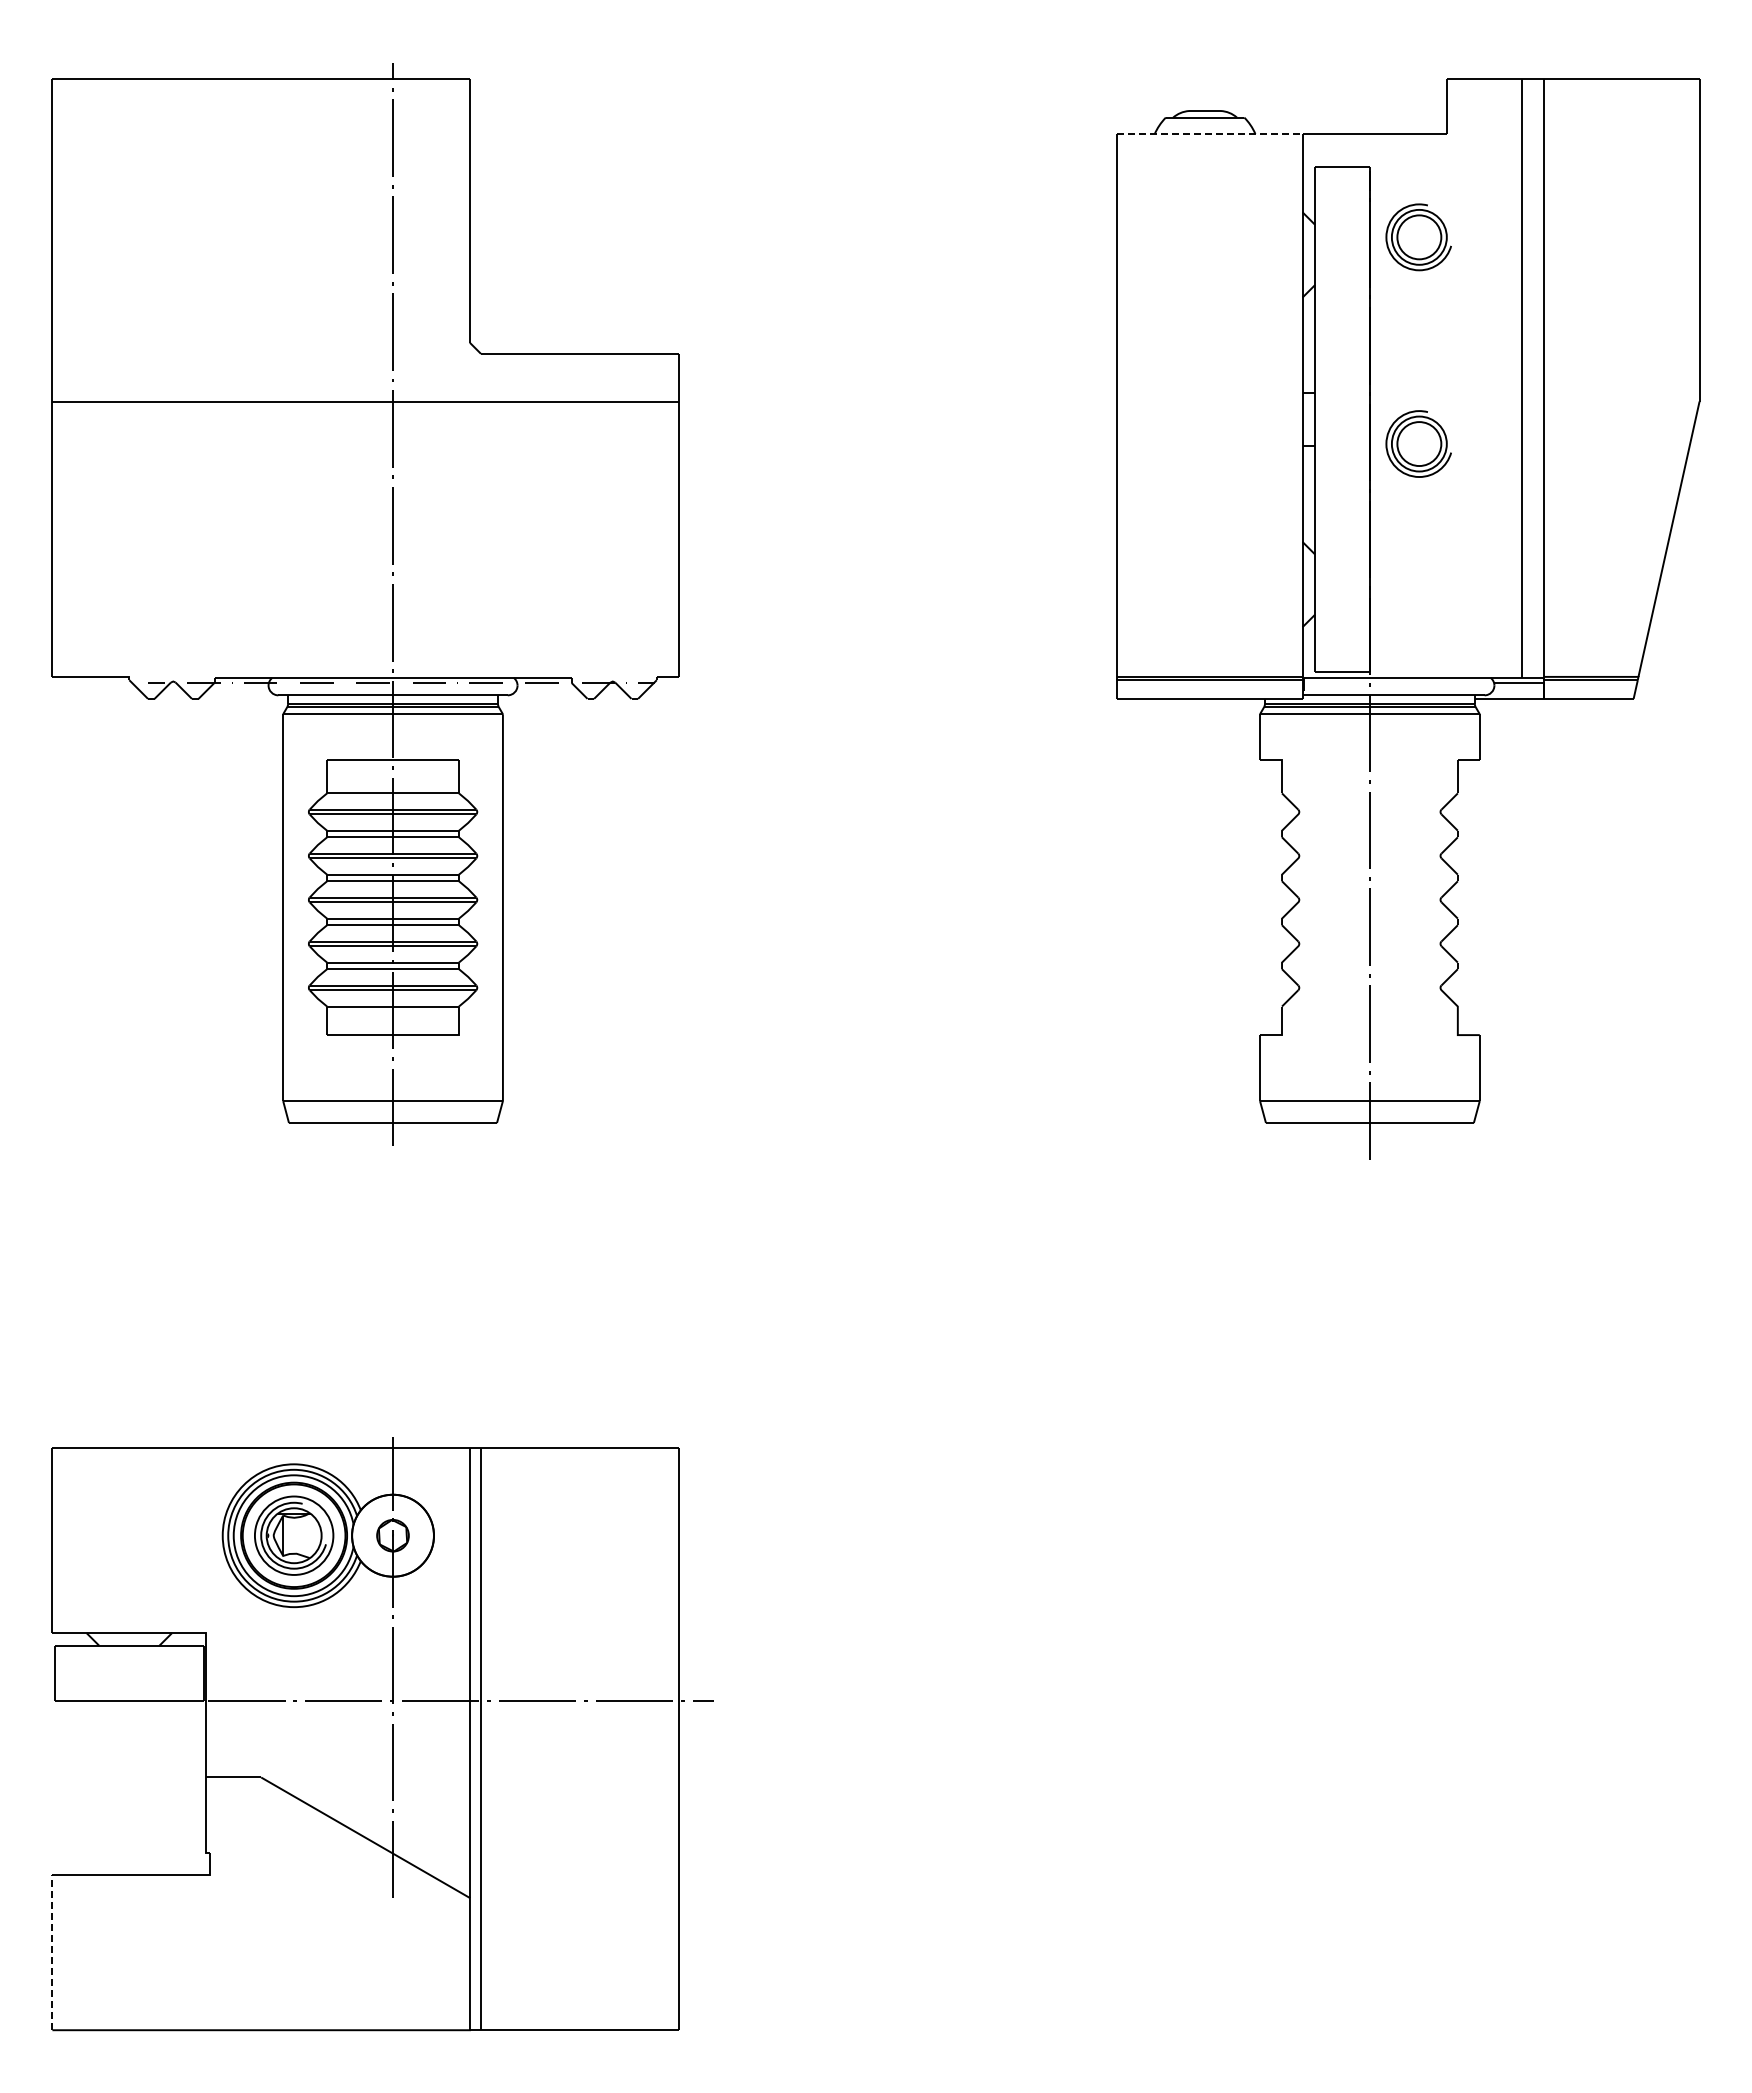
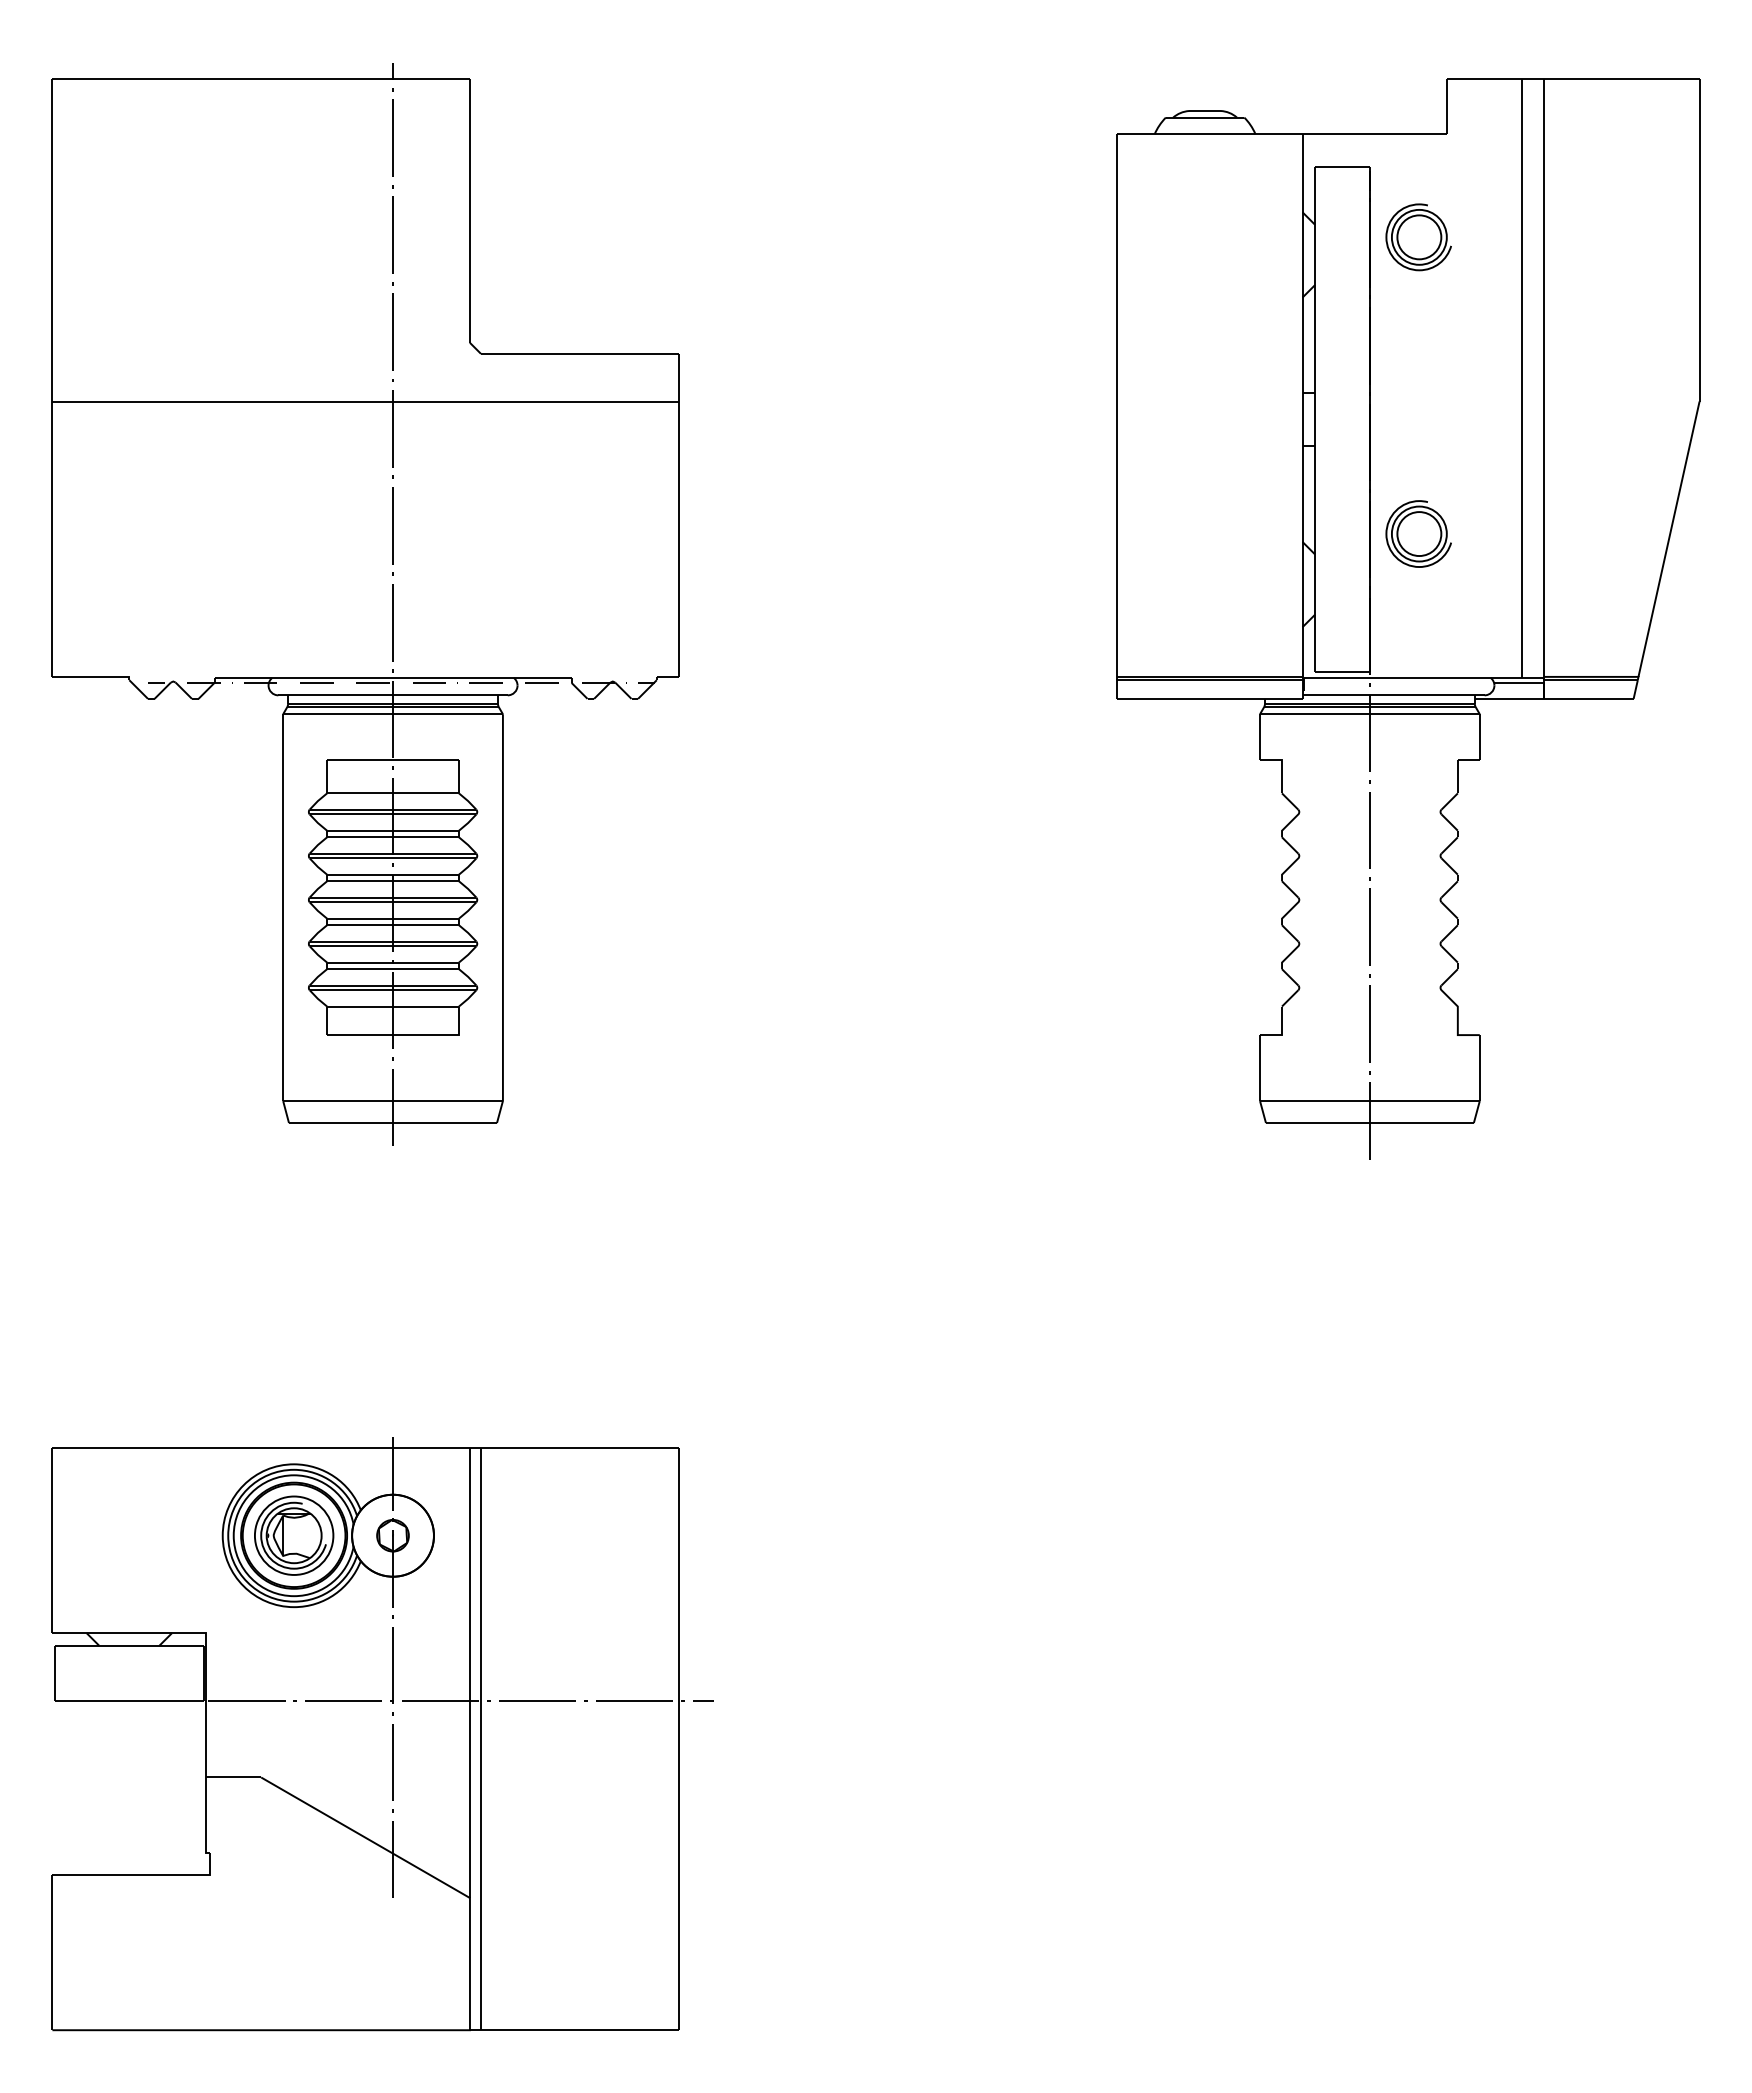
line at (1209, 134): dashed -> solid
part at (1418, 443) position: (1418, 443) -> (1418, 533)
line at (52, 1952): dashed -> solid
